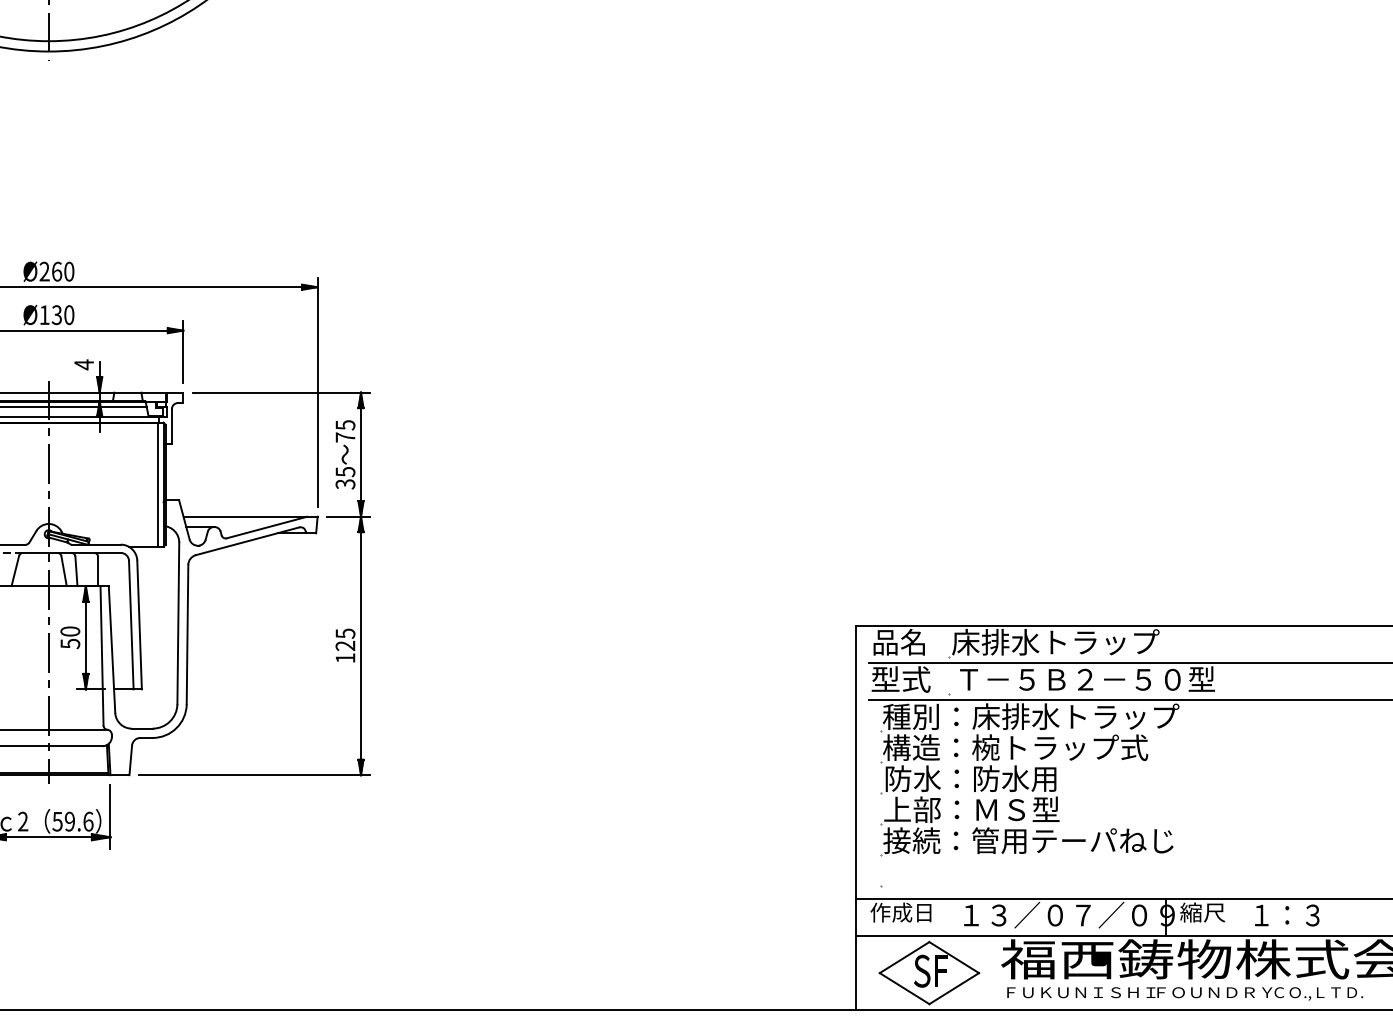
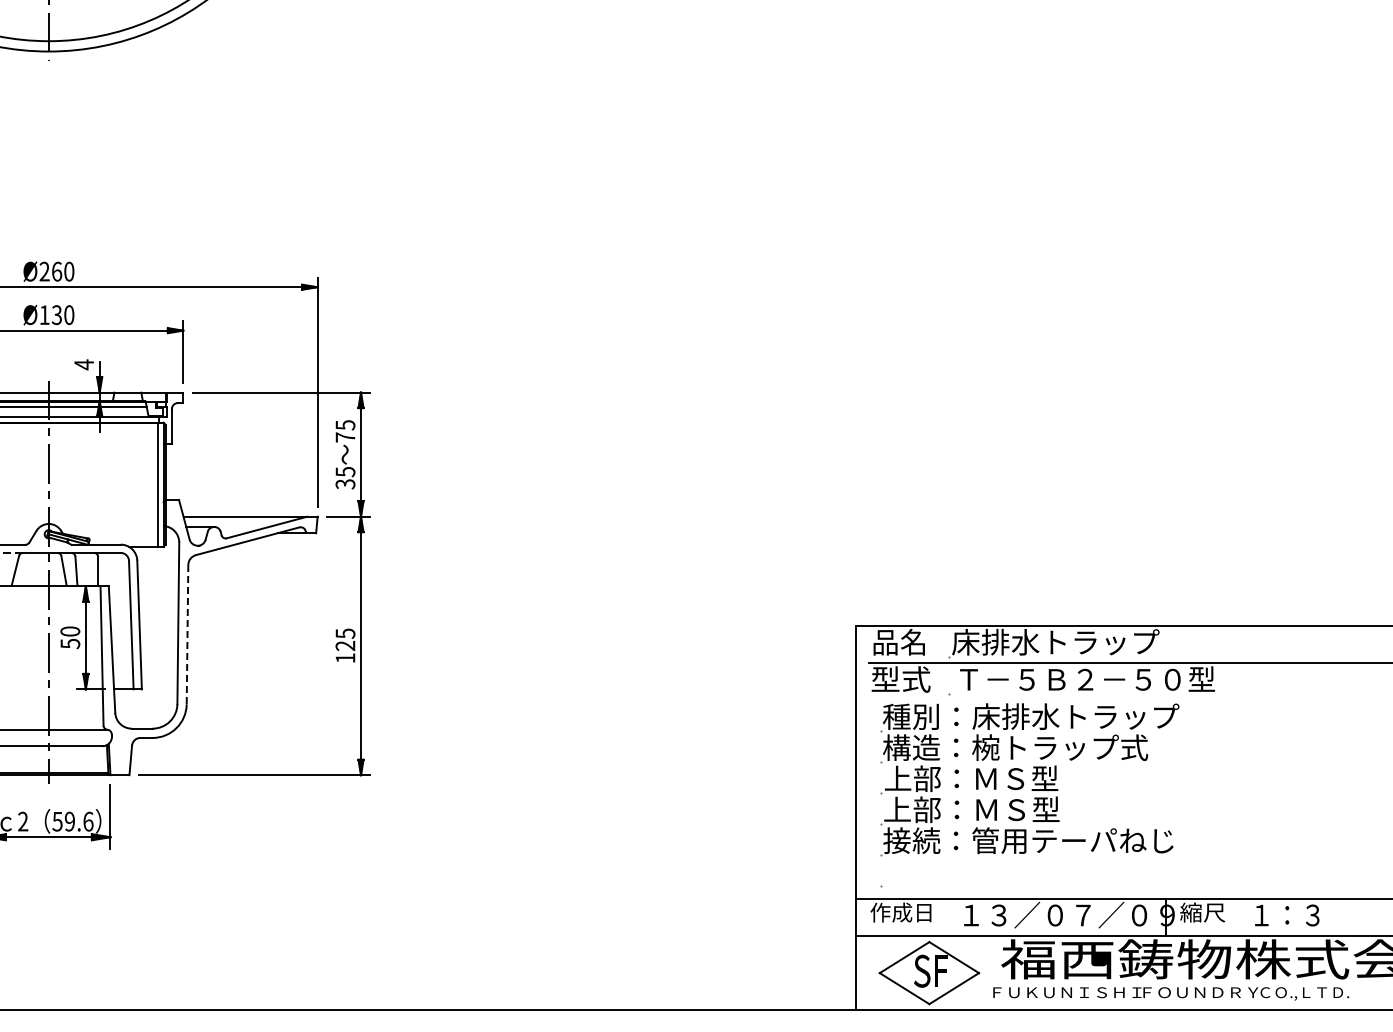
line at (187, 634): solid -> dashed
line at (1128, 700): present -> none
text at (971, 778): 防水：防水用 -> 上部：ＭＳ型
text at (1185, 993) position: (1185, 993) -> (1171, 993)
